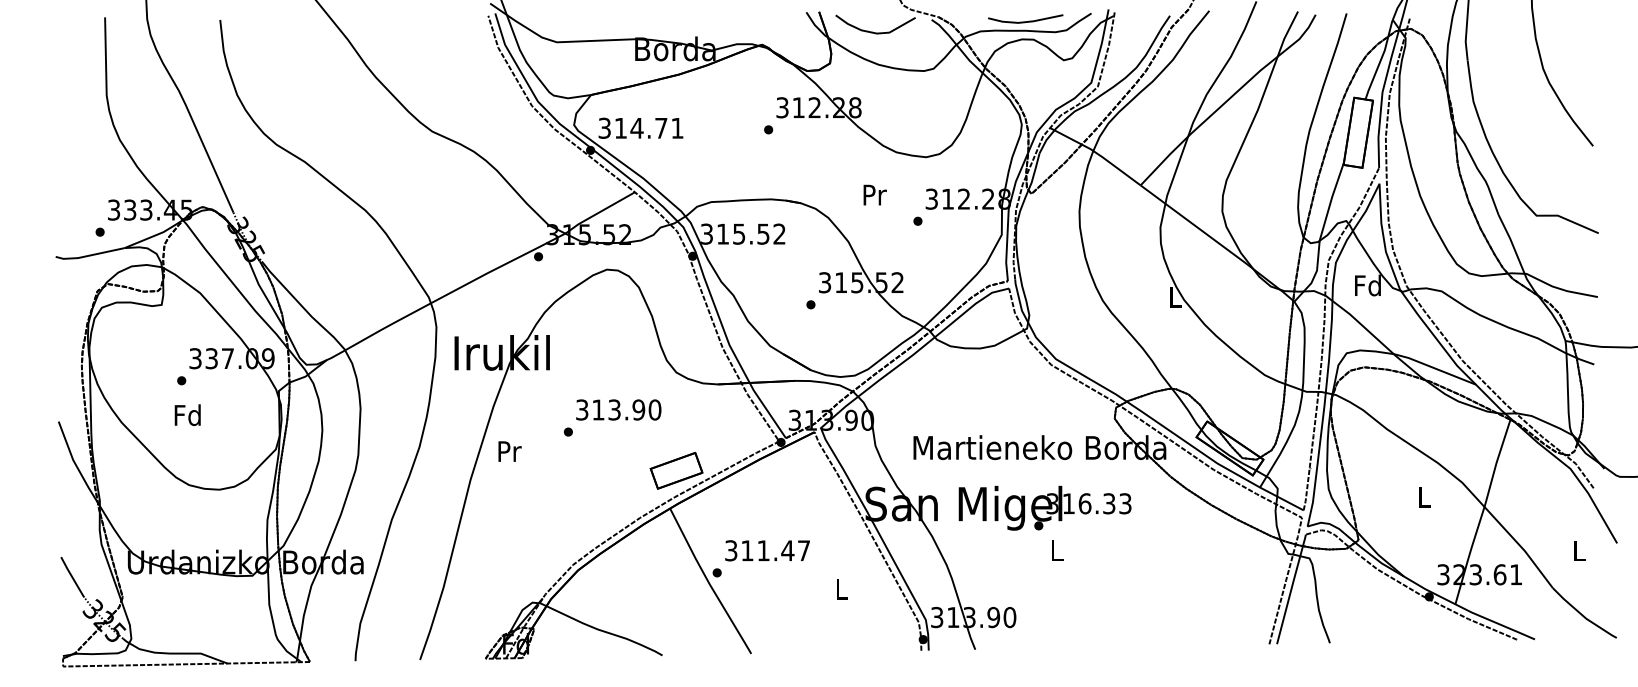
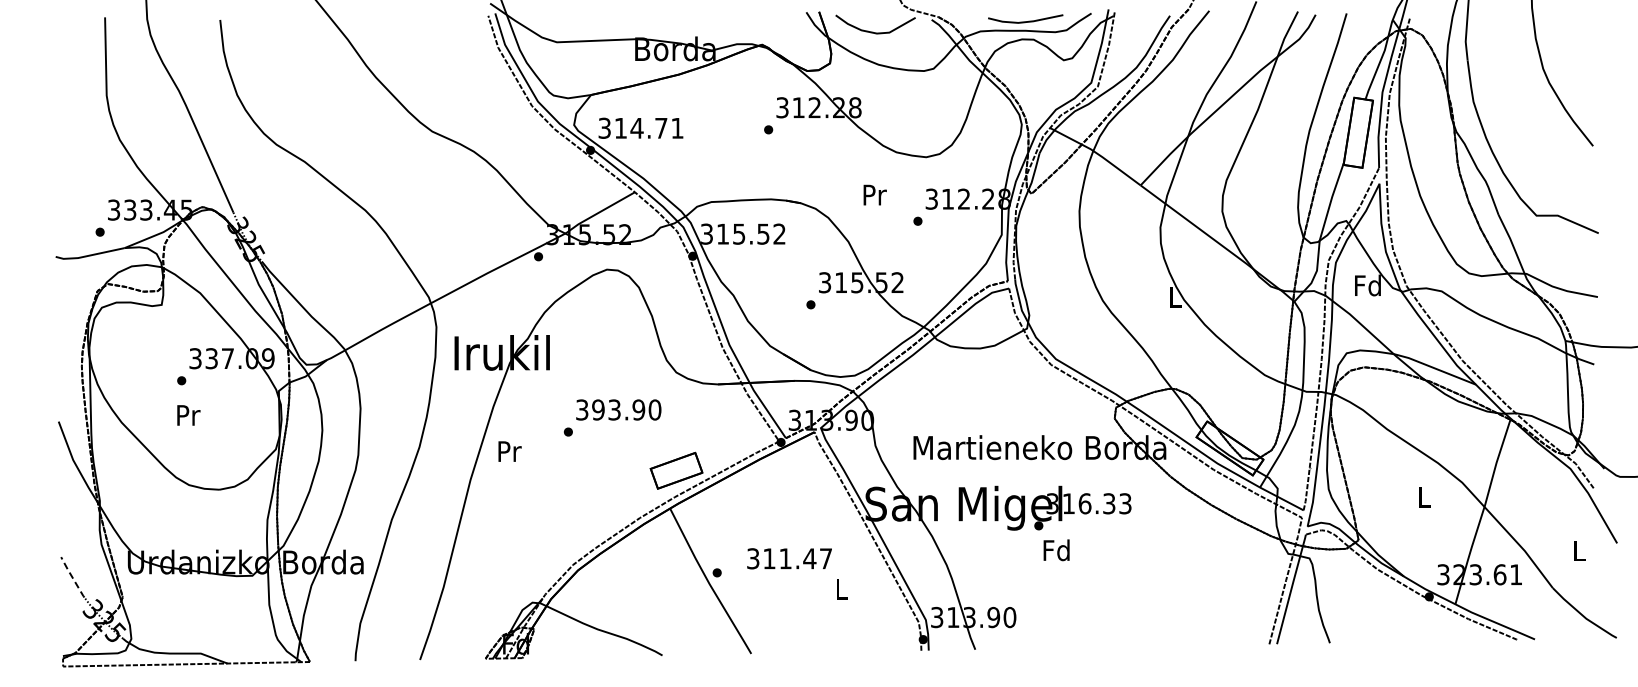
text at (598, 409): 313.90 -> 393.90
text at (187, 415): Fd -> Pr
text at (767, 550) position: (767, 550) -> (789, 558)
text at (1056, 550): L -> Fd
line at (72, 577): solid -> dashed
